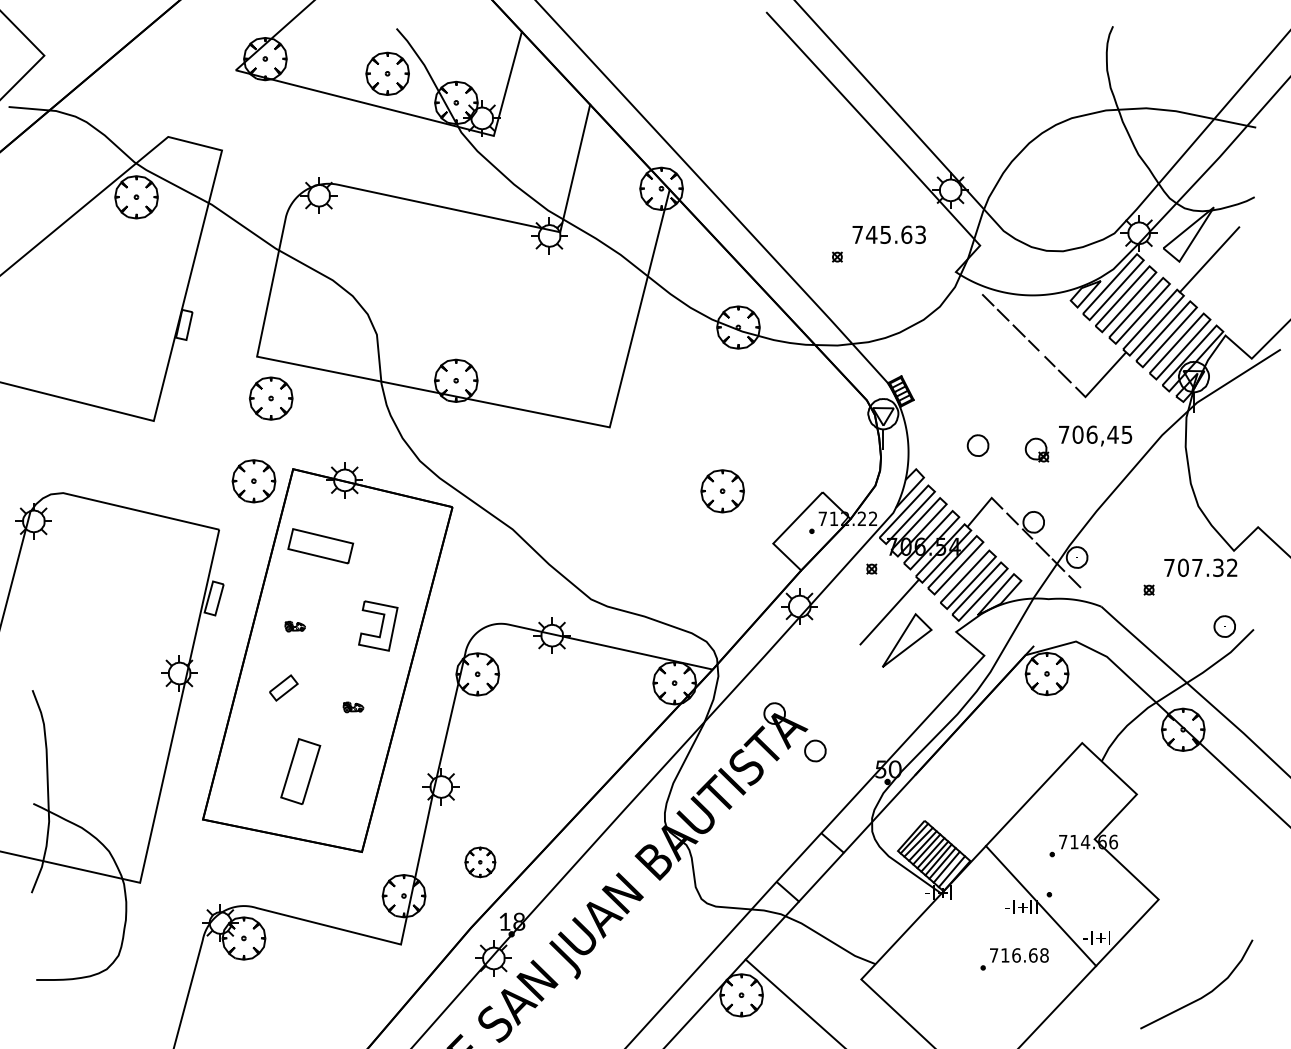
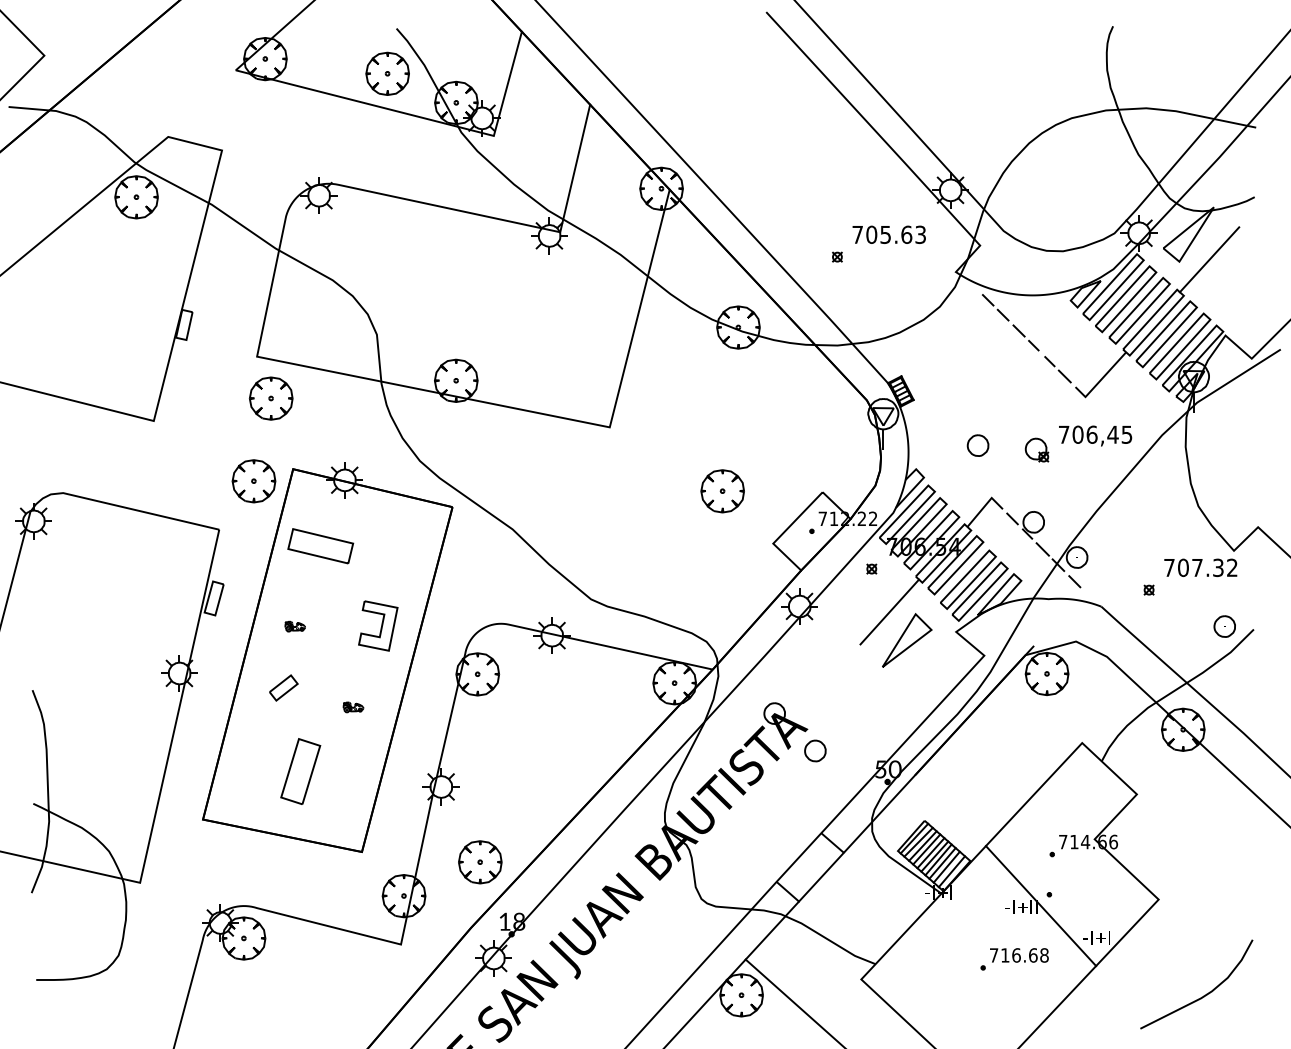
text at (871, 234): 745.63 -> 705.63
part at (480, 862) size: 33x33 px -> 45x45 px
